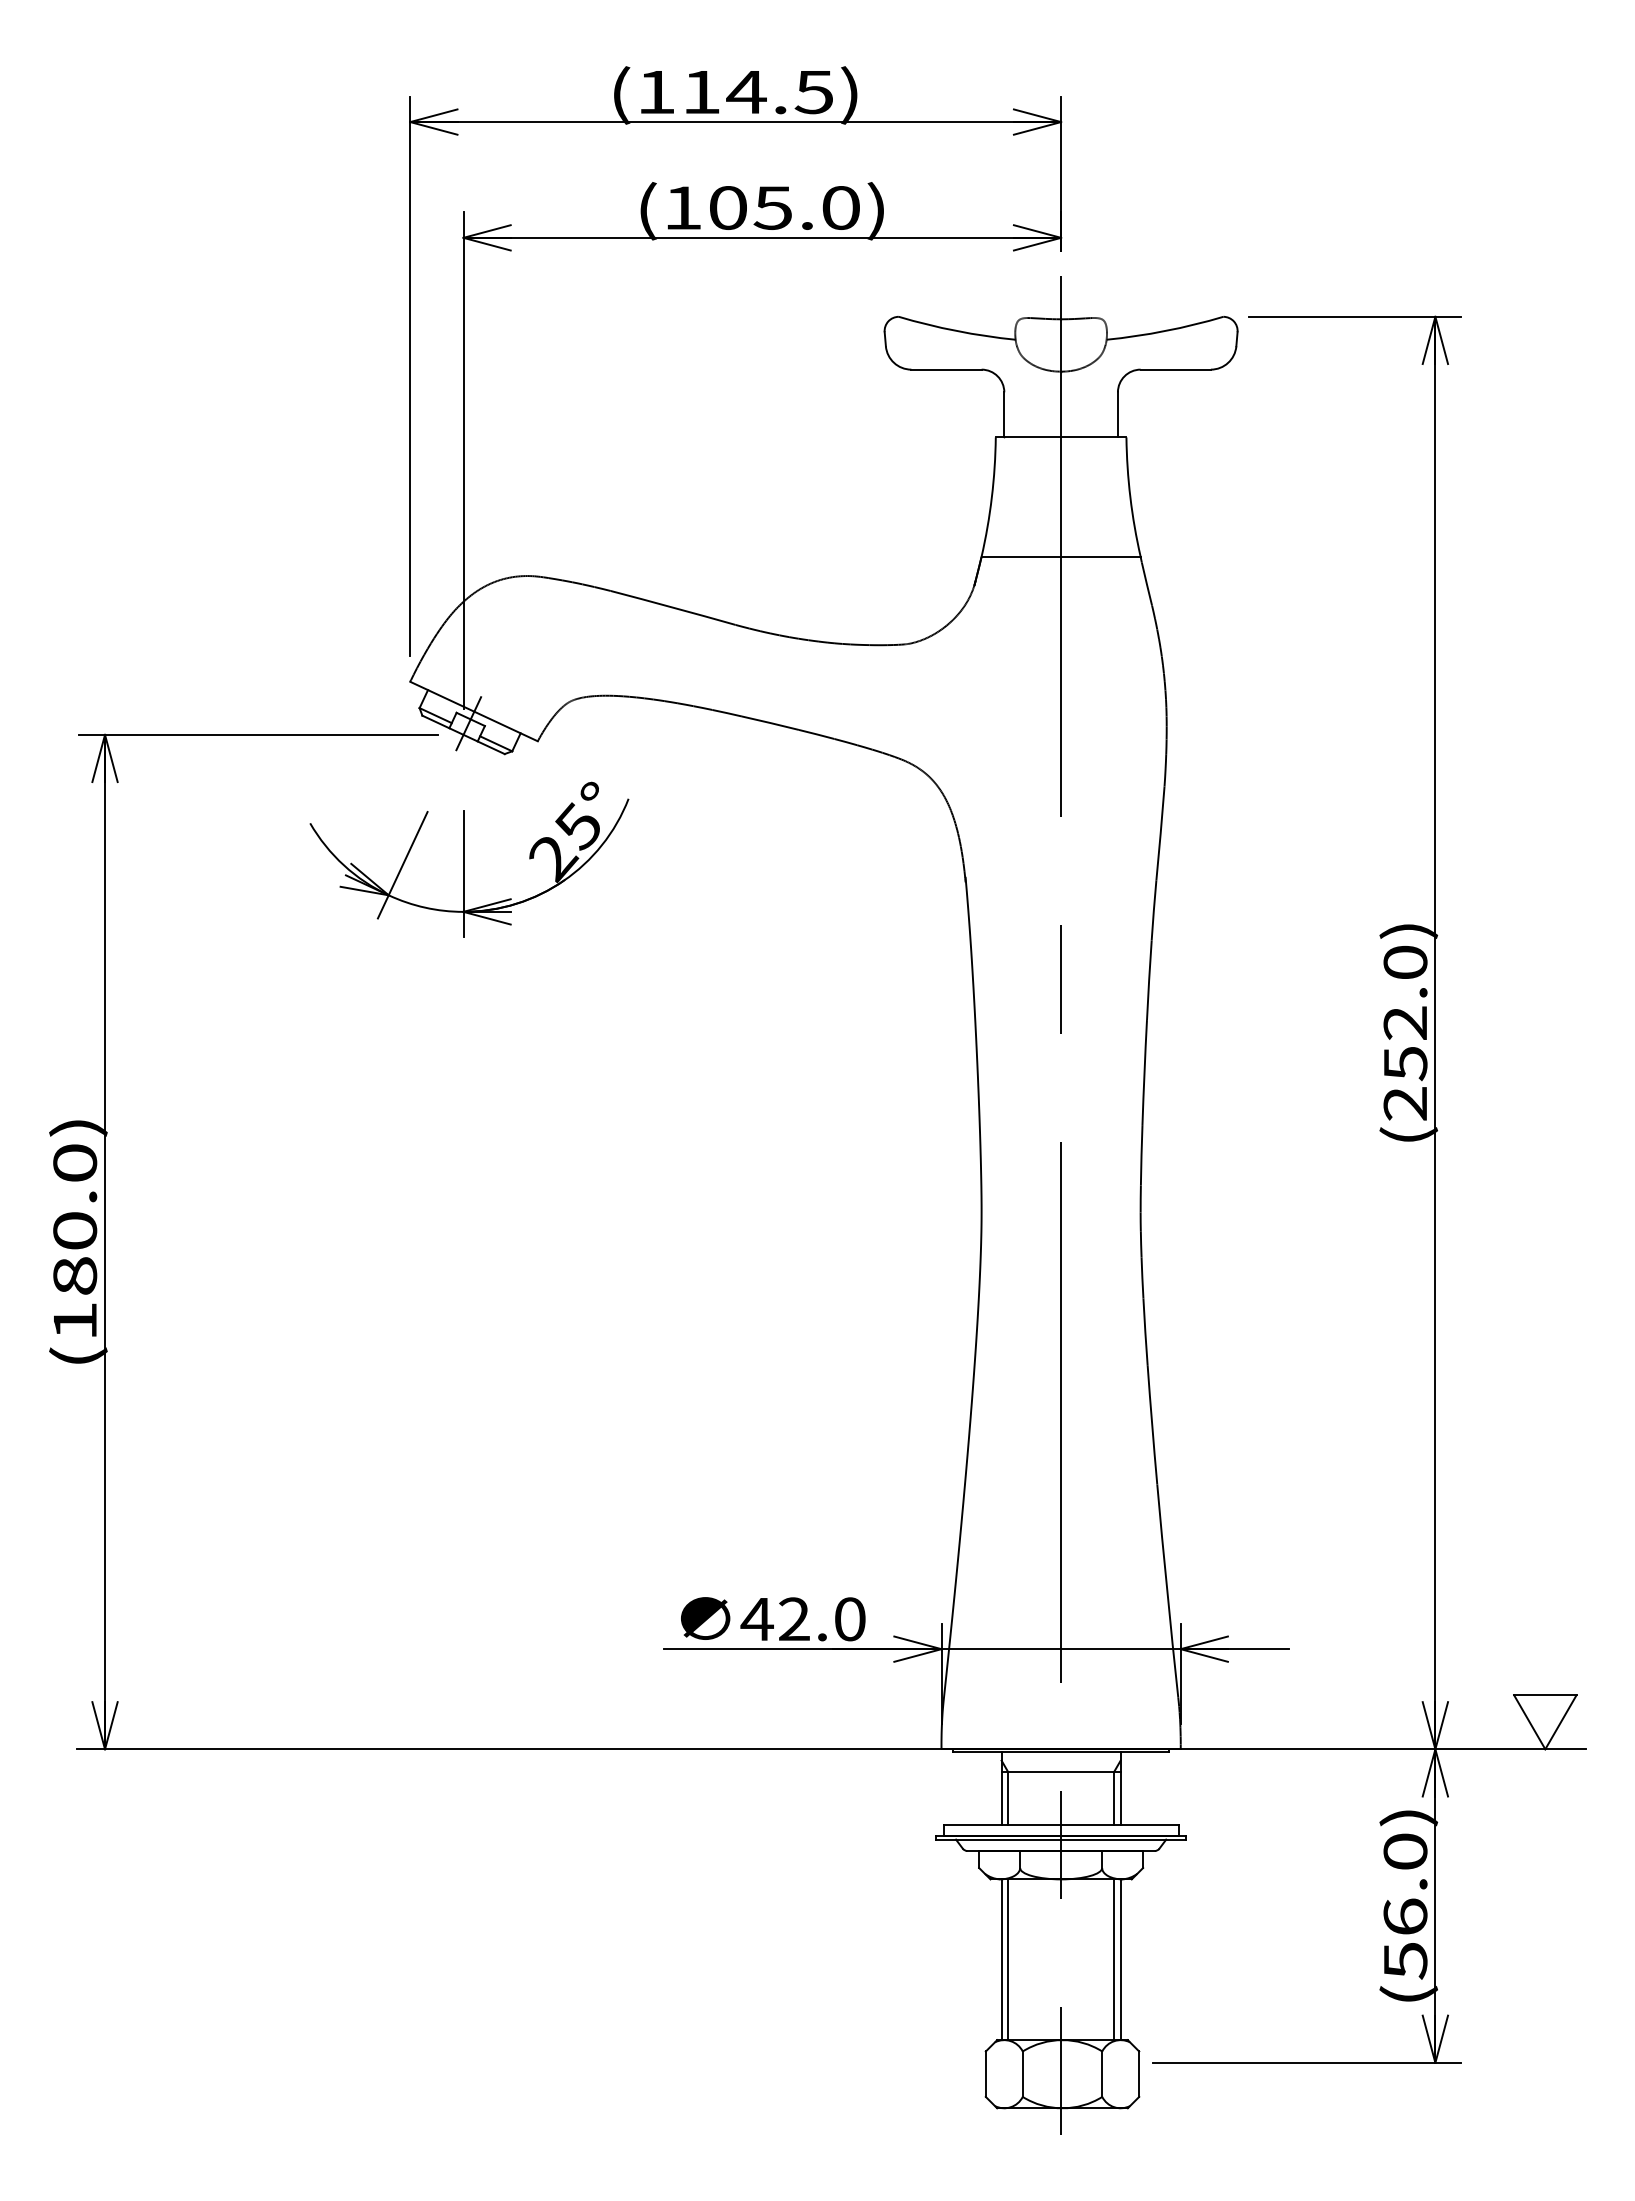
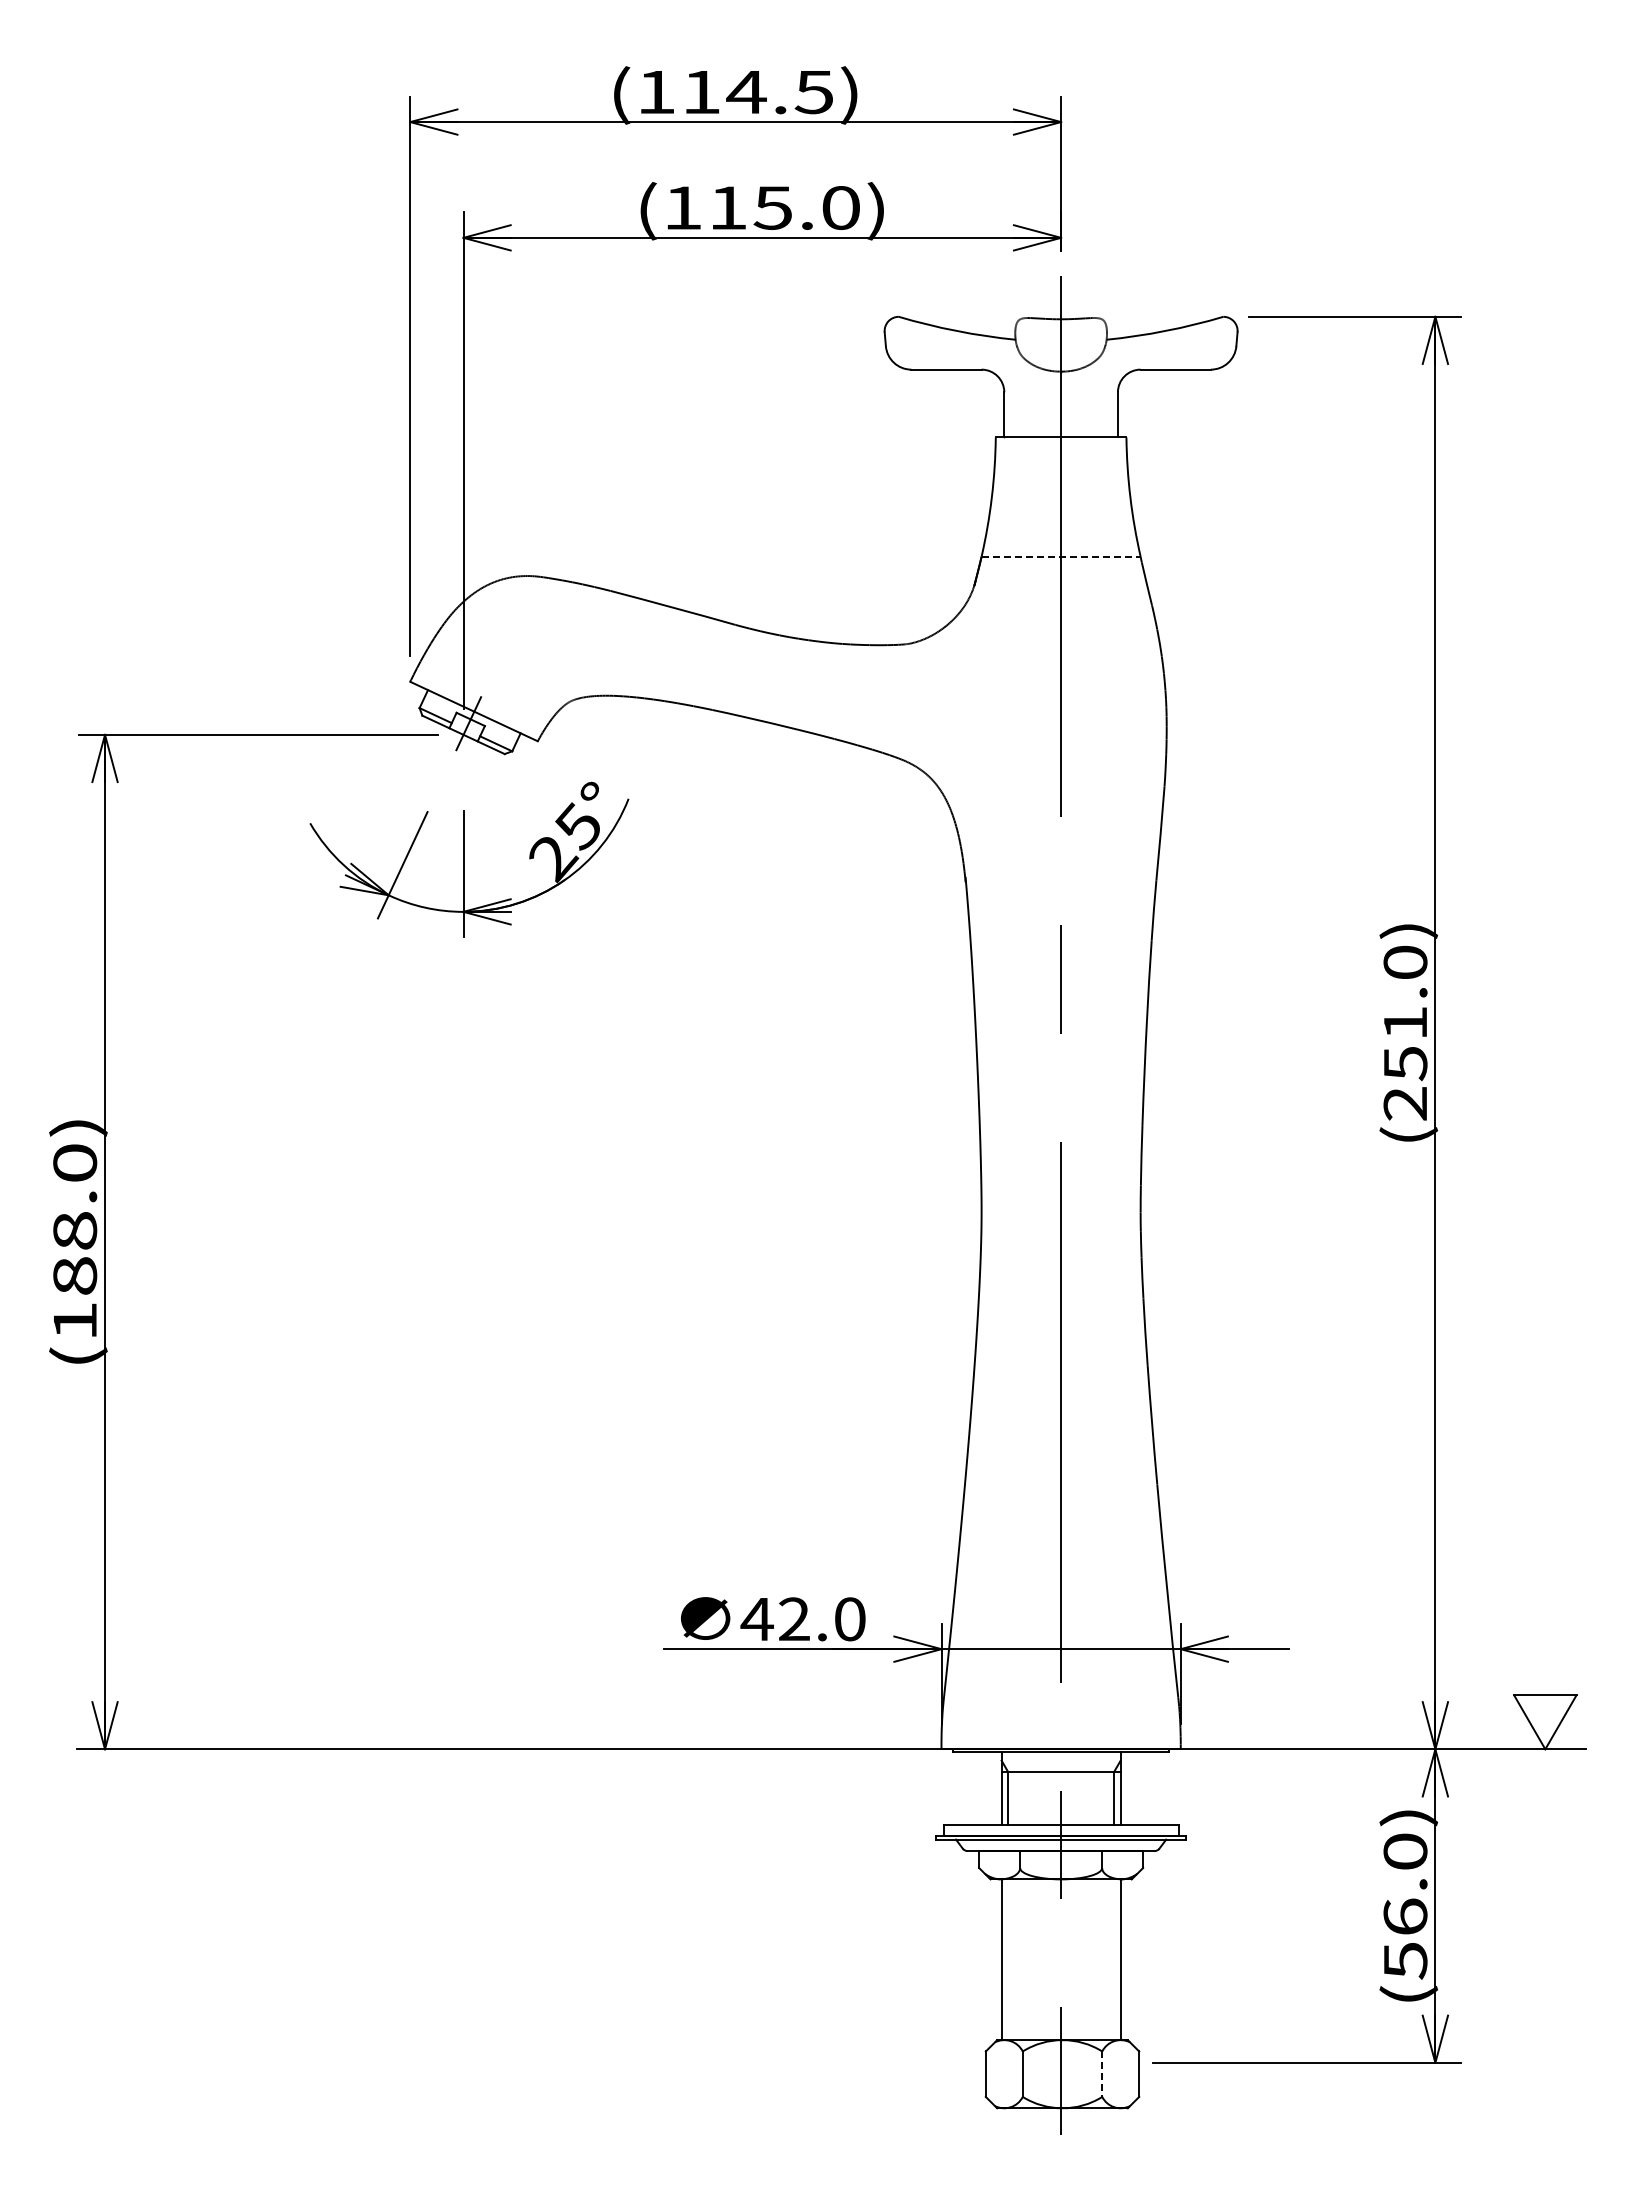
text at (728, 207): (105.0) -> (115.0)
line at (1061, 556): solid -> dashed
text at (1404, 1022): (252.0) -> (251.0)
text at (74, 1230): (180.0) -> (188.0)
line at (1008, 1959): present -> none
line at (1114, 1959): present -> none
line at (1102, 2074): solid -> dashed
